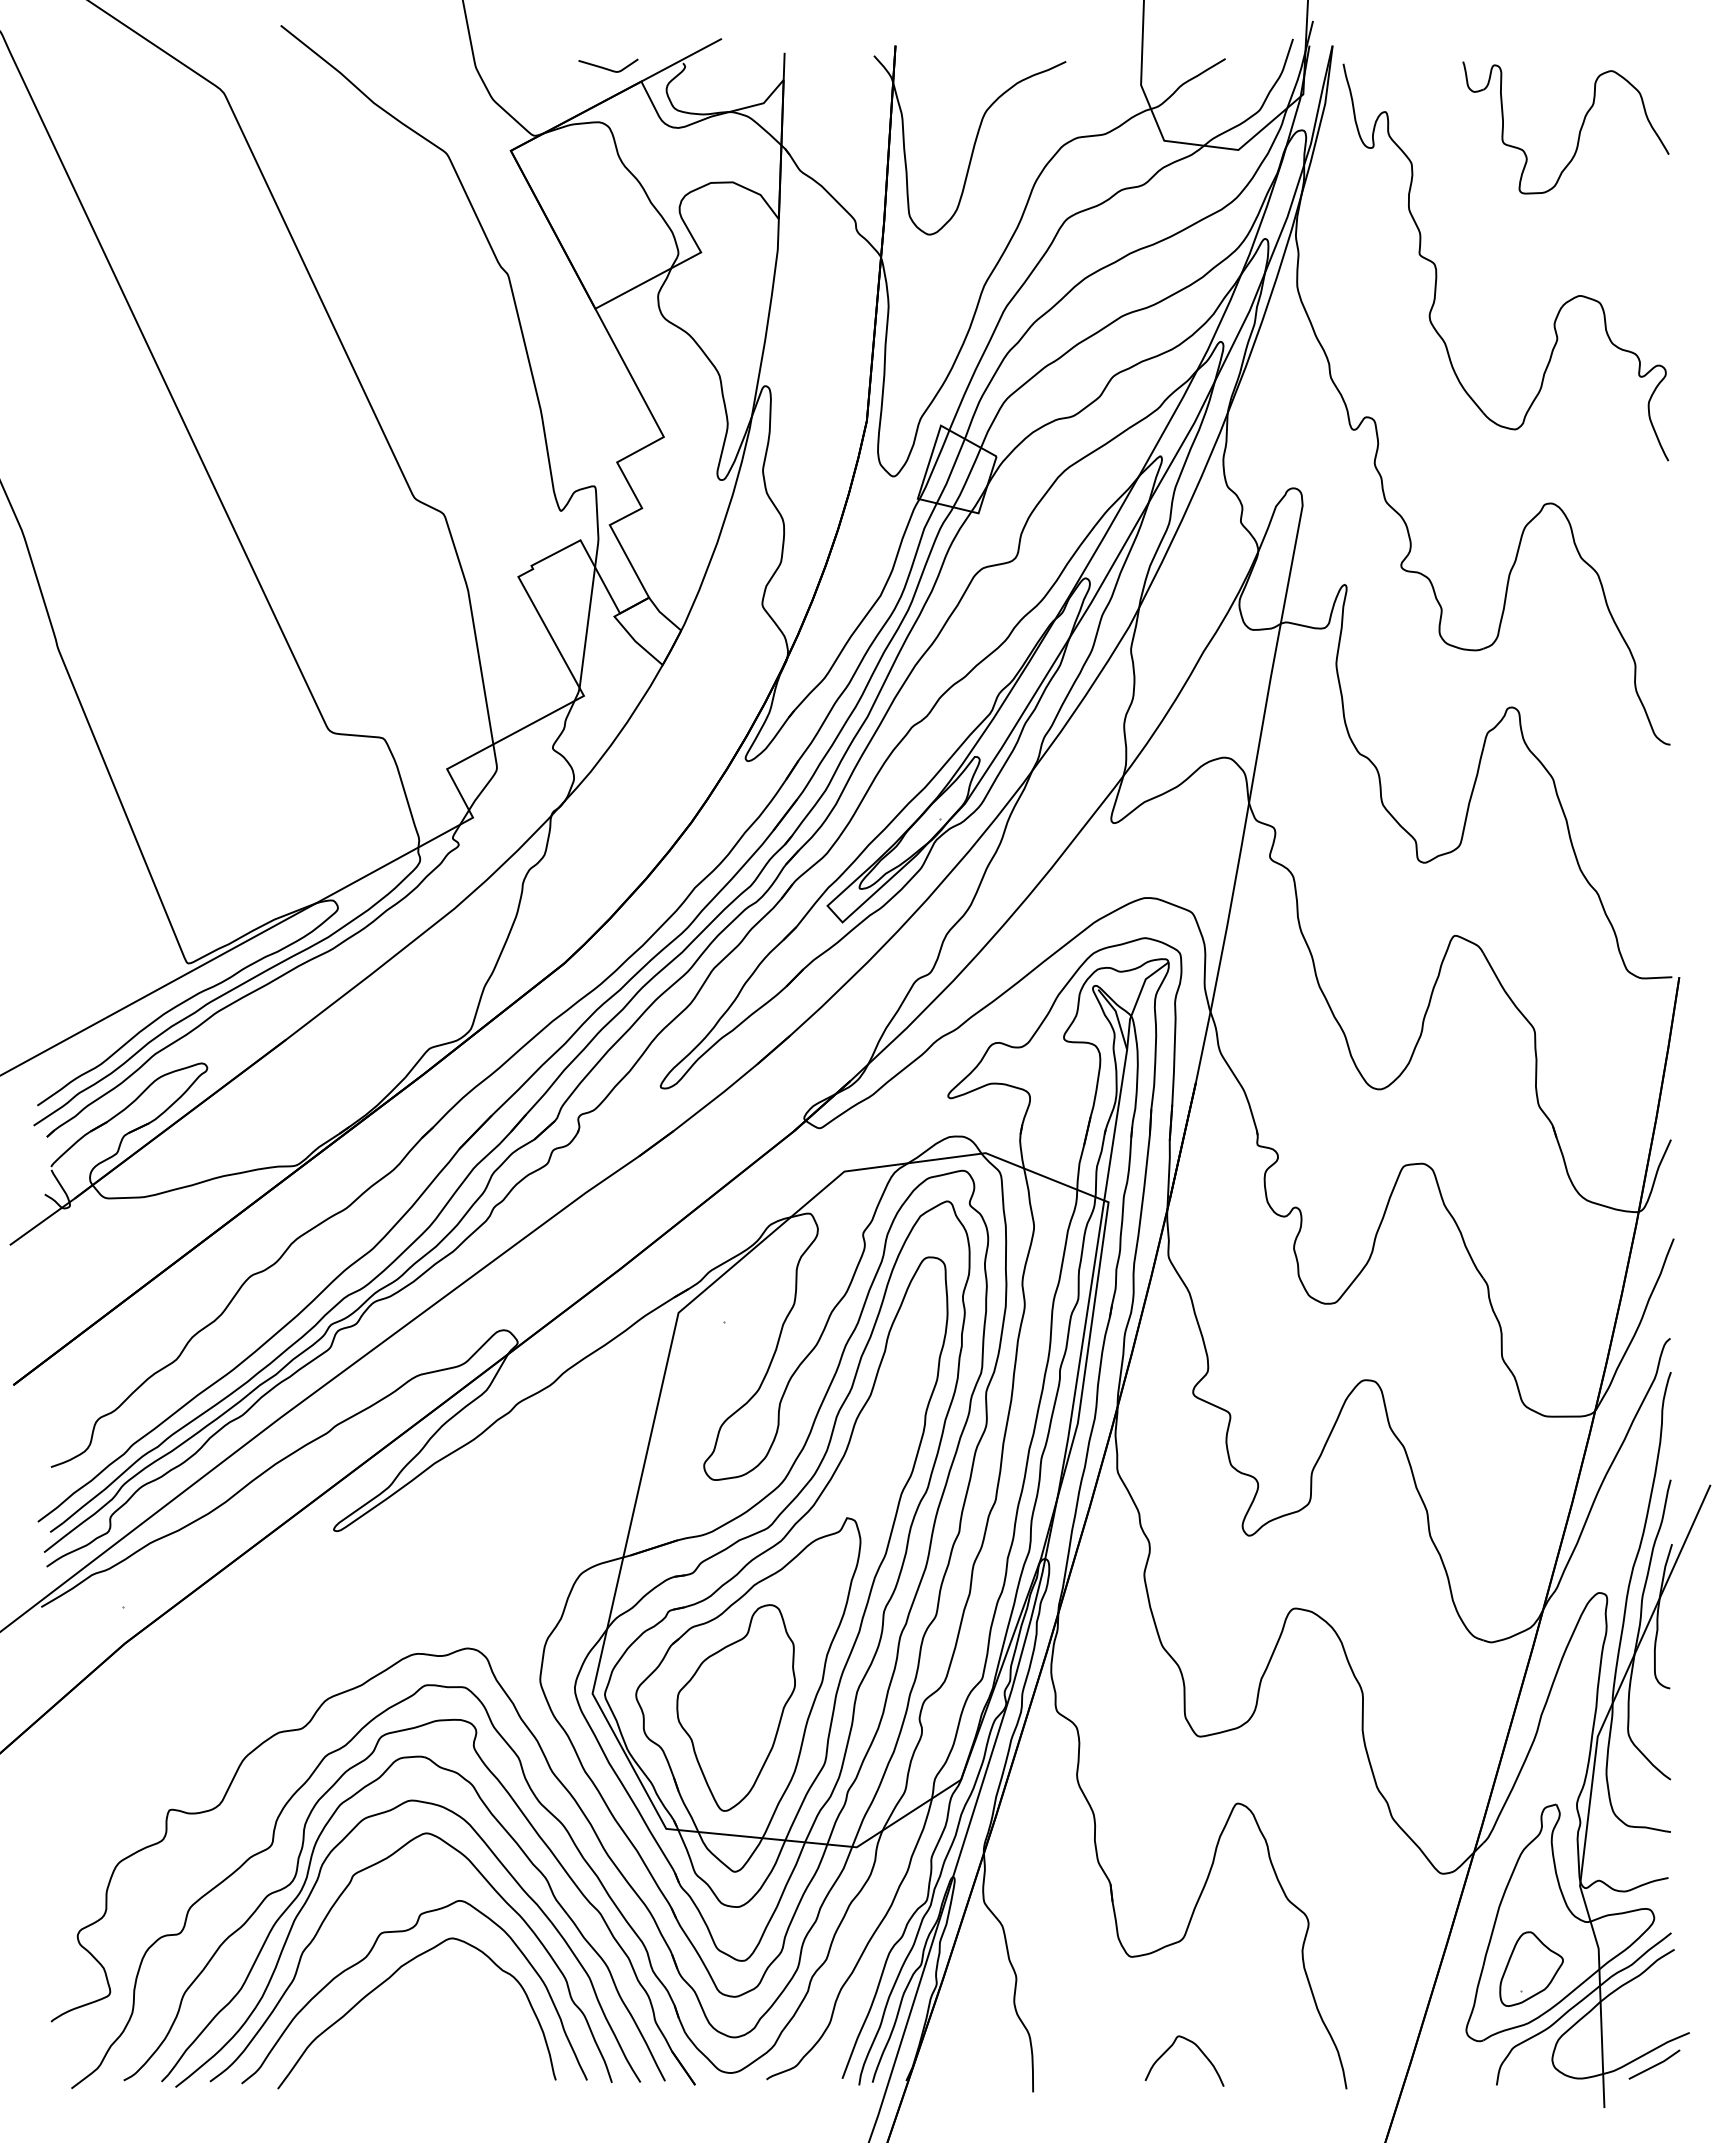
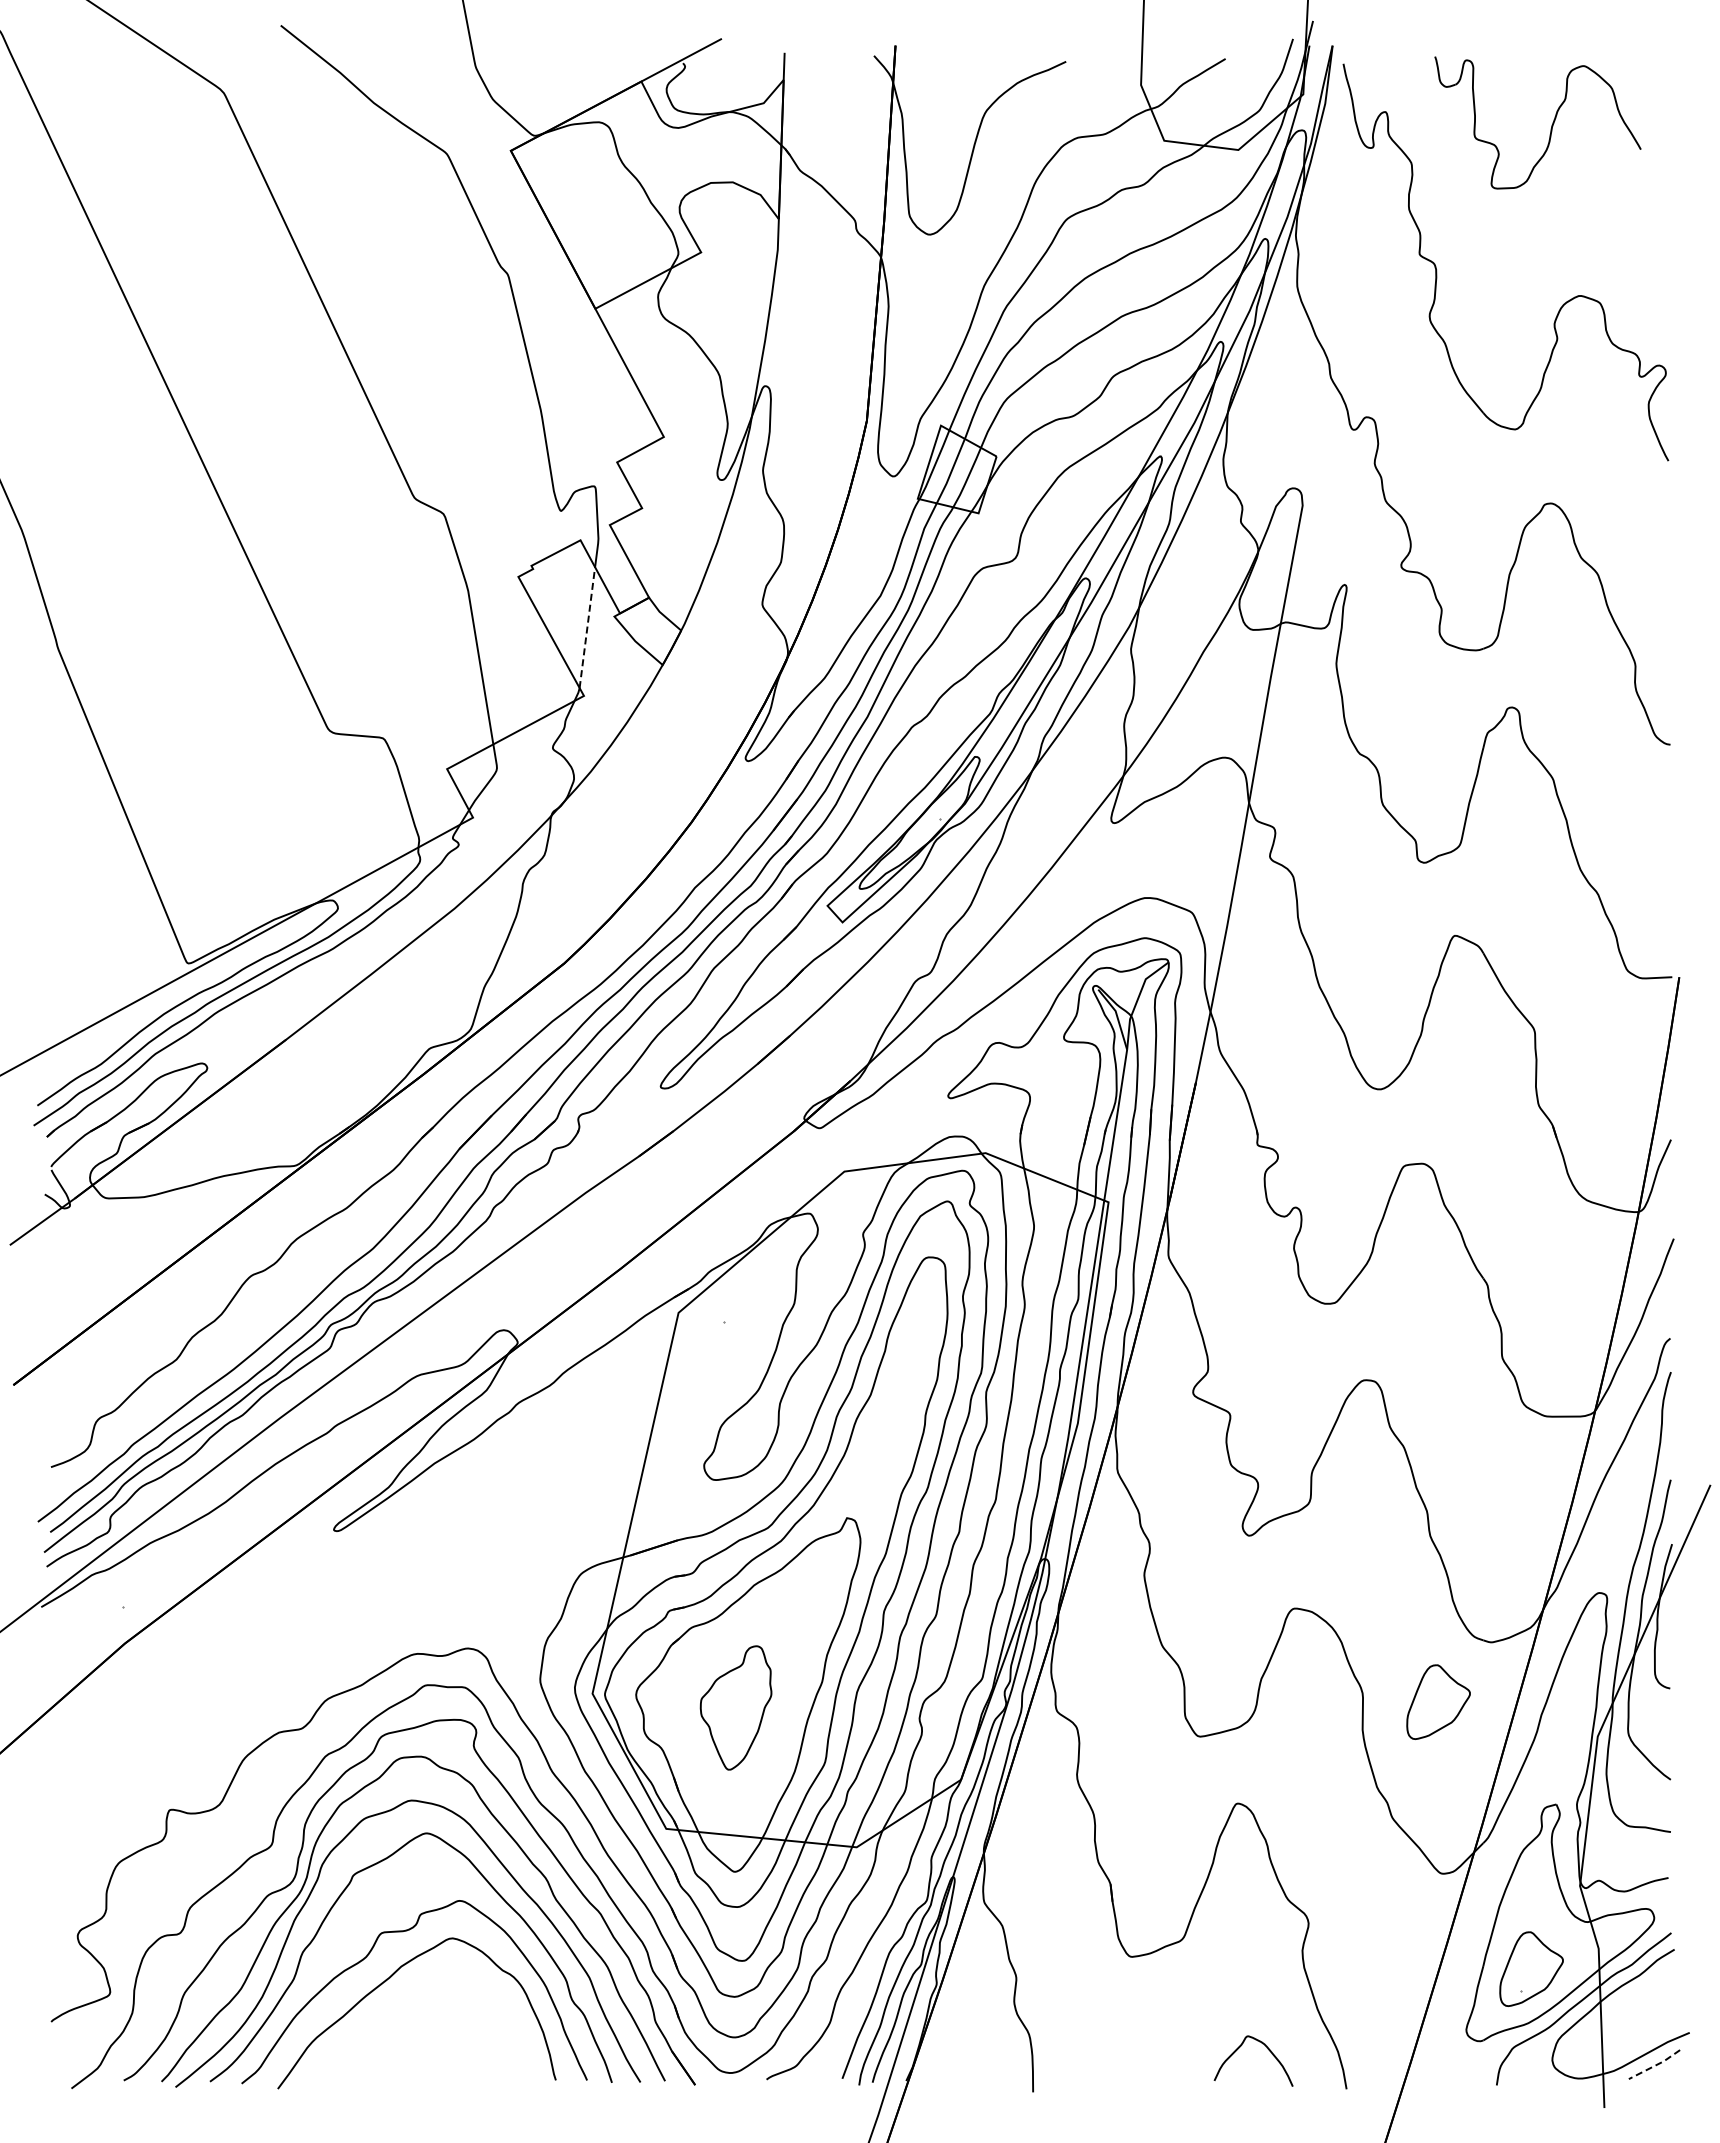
curve at (608, 68): present -> none
part at (1579, 130) position: (1579, 130) -> (1551, 125)
line at (587, 627): solid -> dashed
part at (1438, 1701): none -> present
part at (735, 1707) size: 120x208 px -> 74x126 px
curve at (1198, 2049) position: (1198, 2049) -> (1267, 2049)
line at (1655, 2065): solid -> dashed
